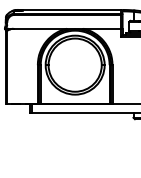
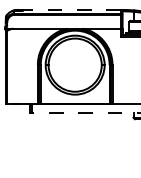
line at (69, 9): solid -> dashed
line at (86, 113): solid -> dashed
